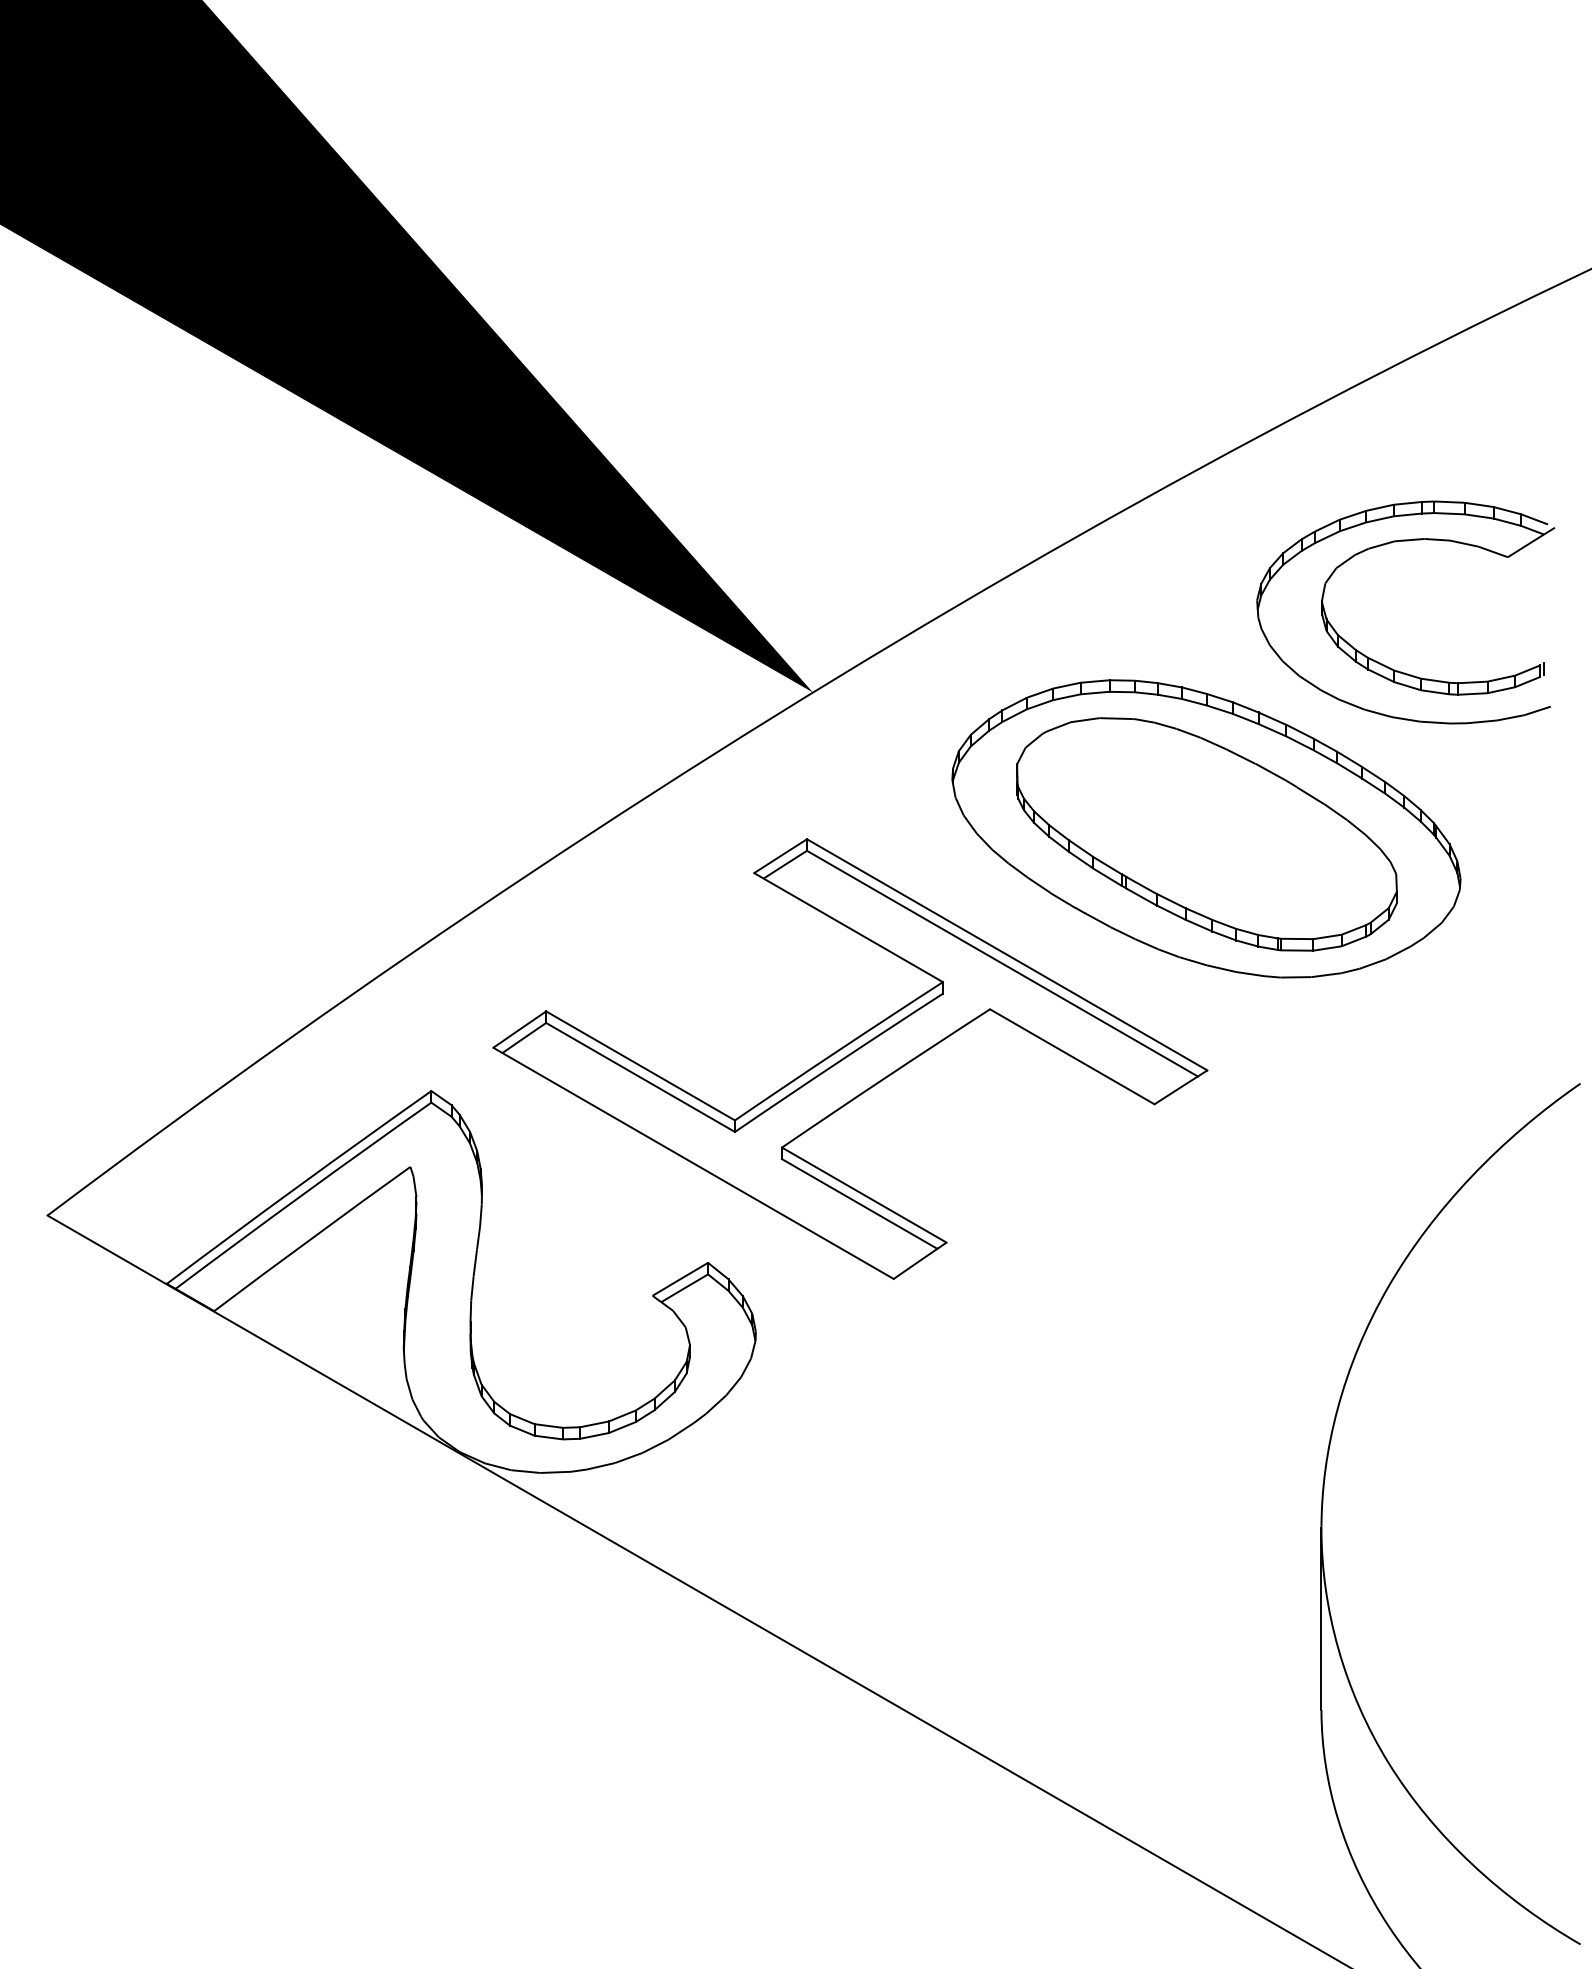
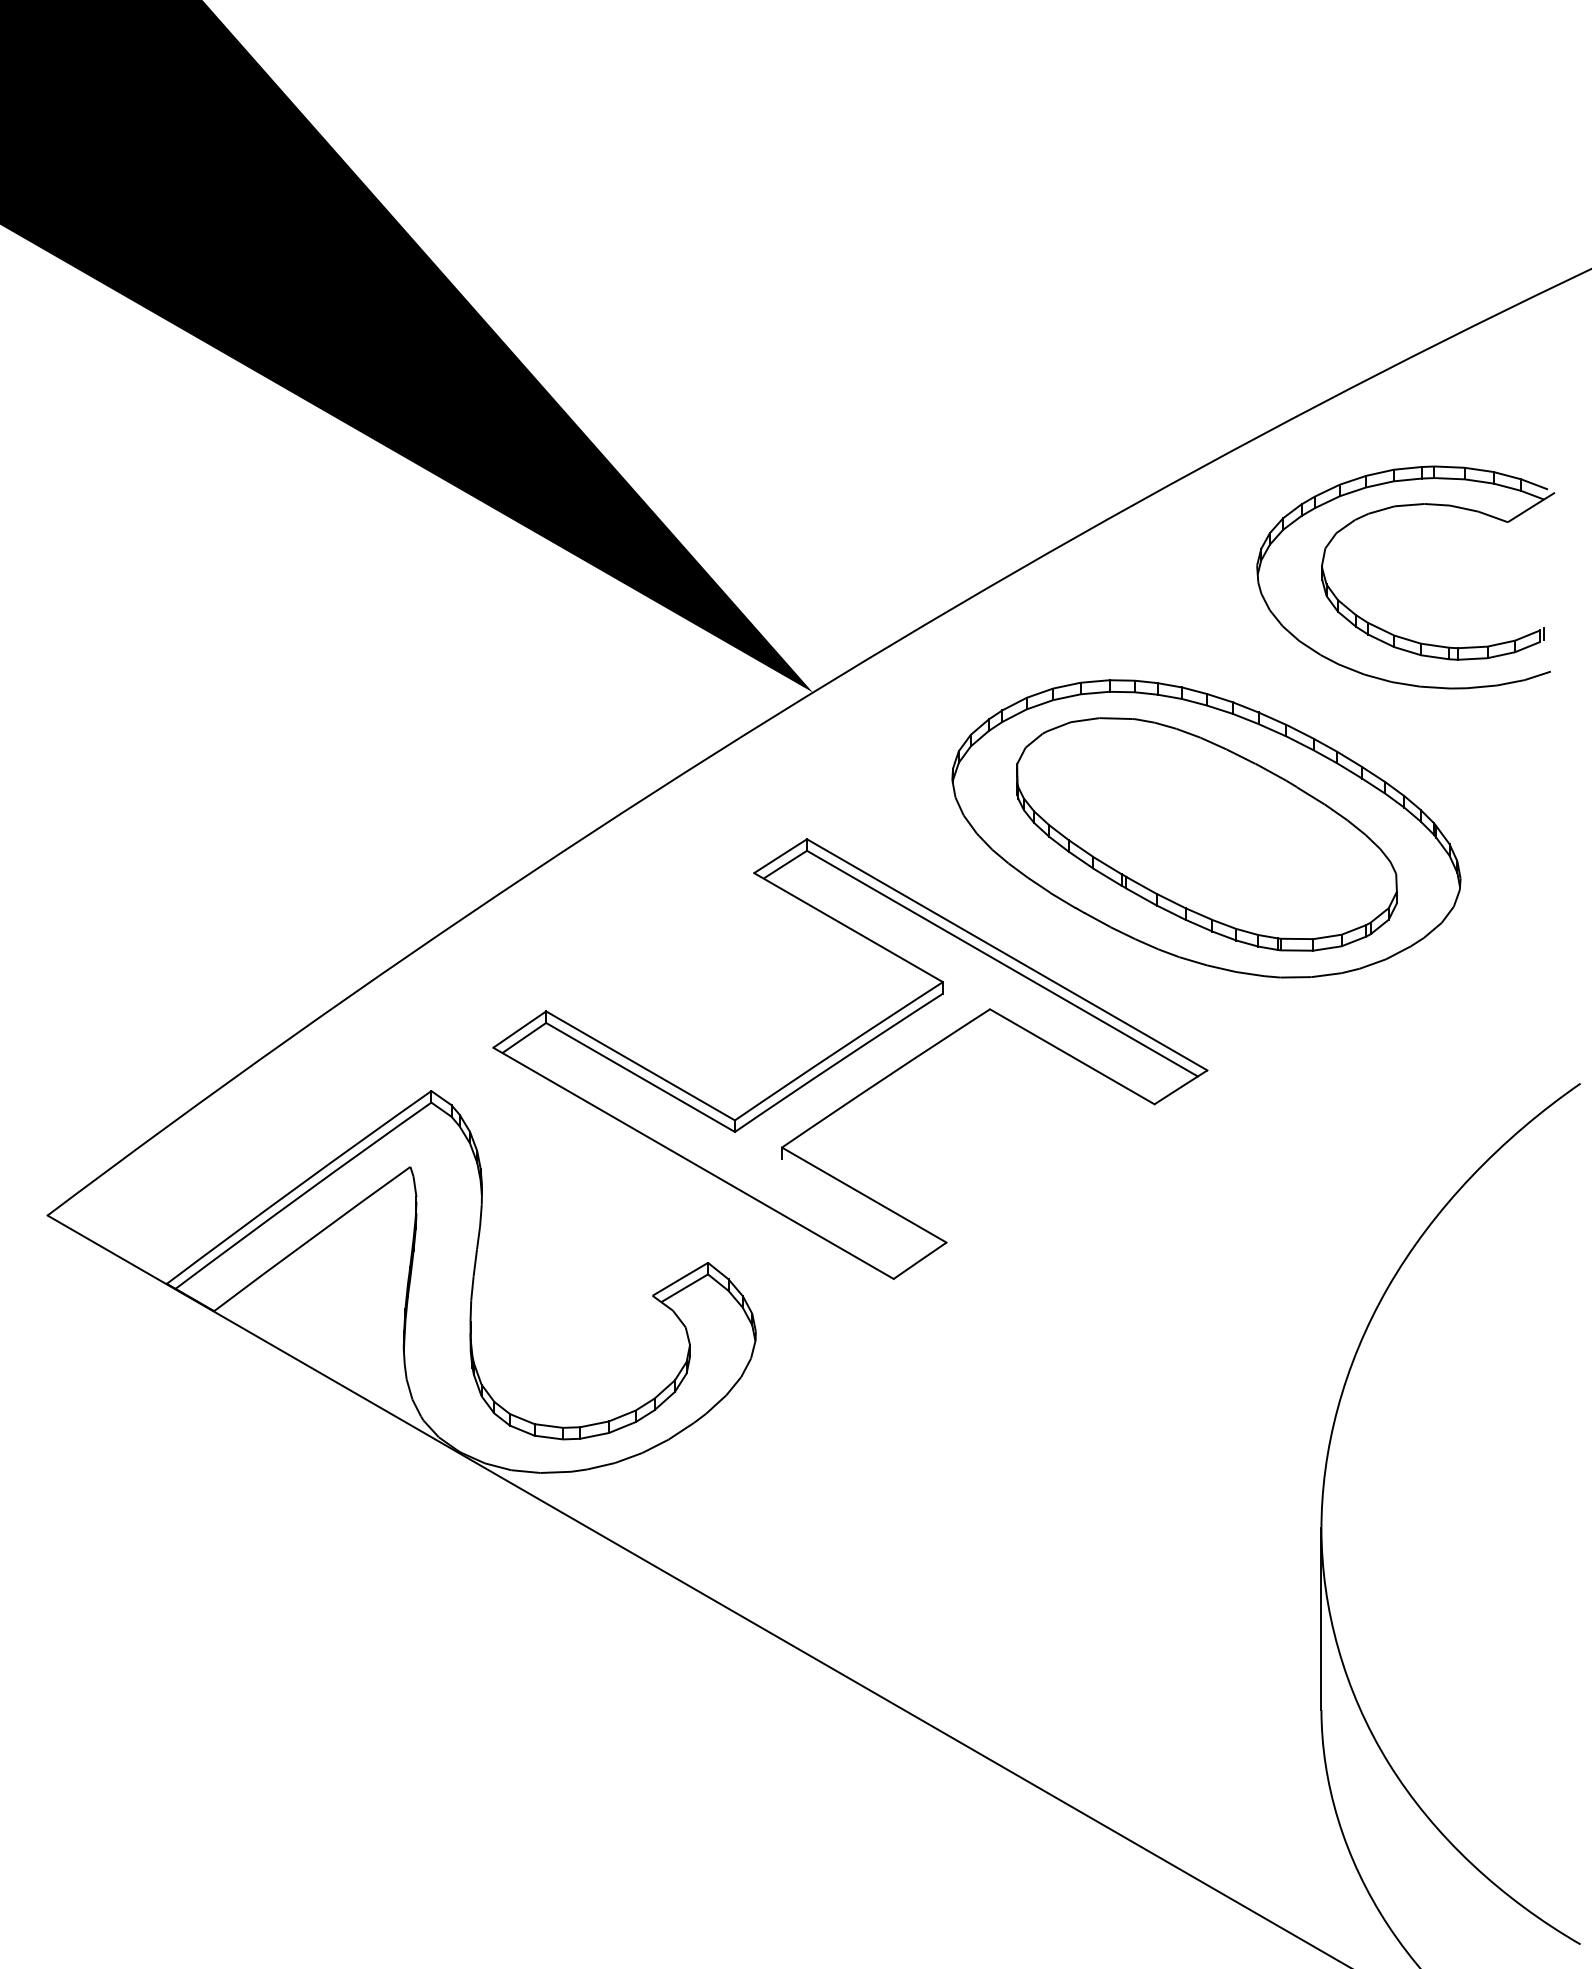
part at (1380, 662) position: (1380, 662) -> (1380, 627)
line at (859, 1203): present -> none
